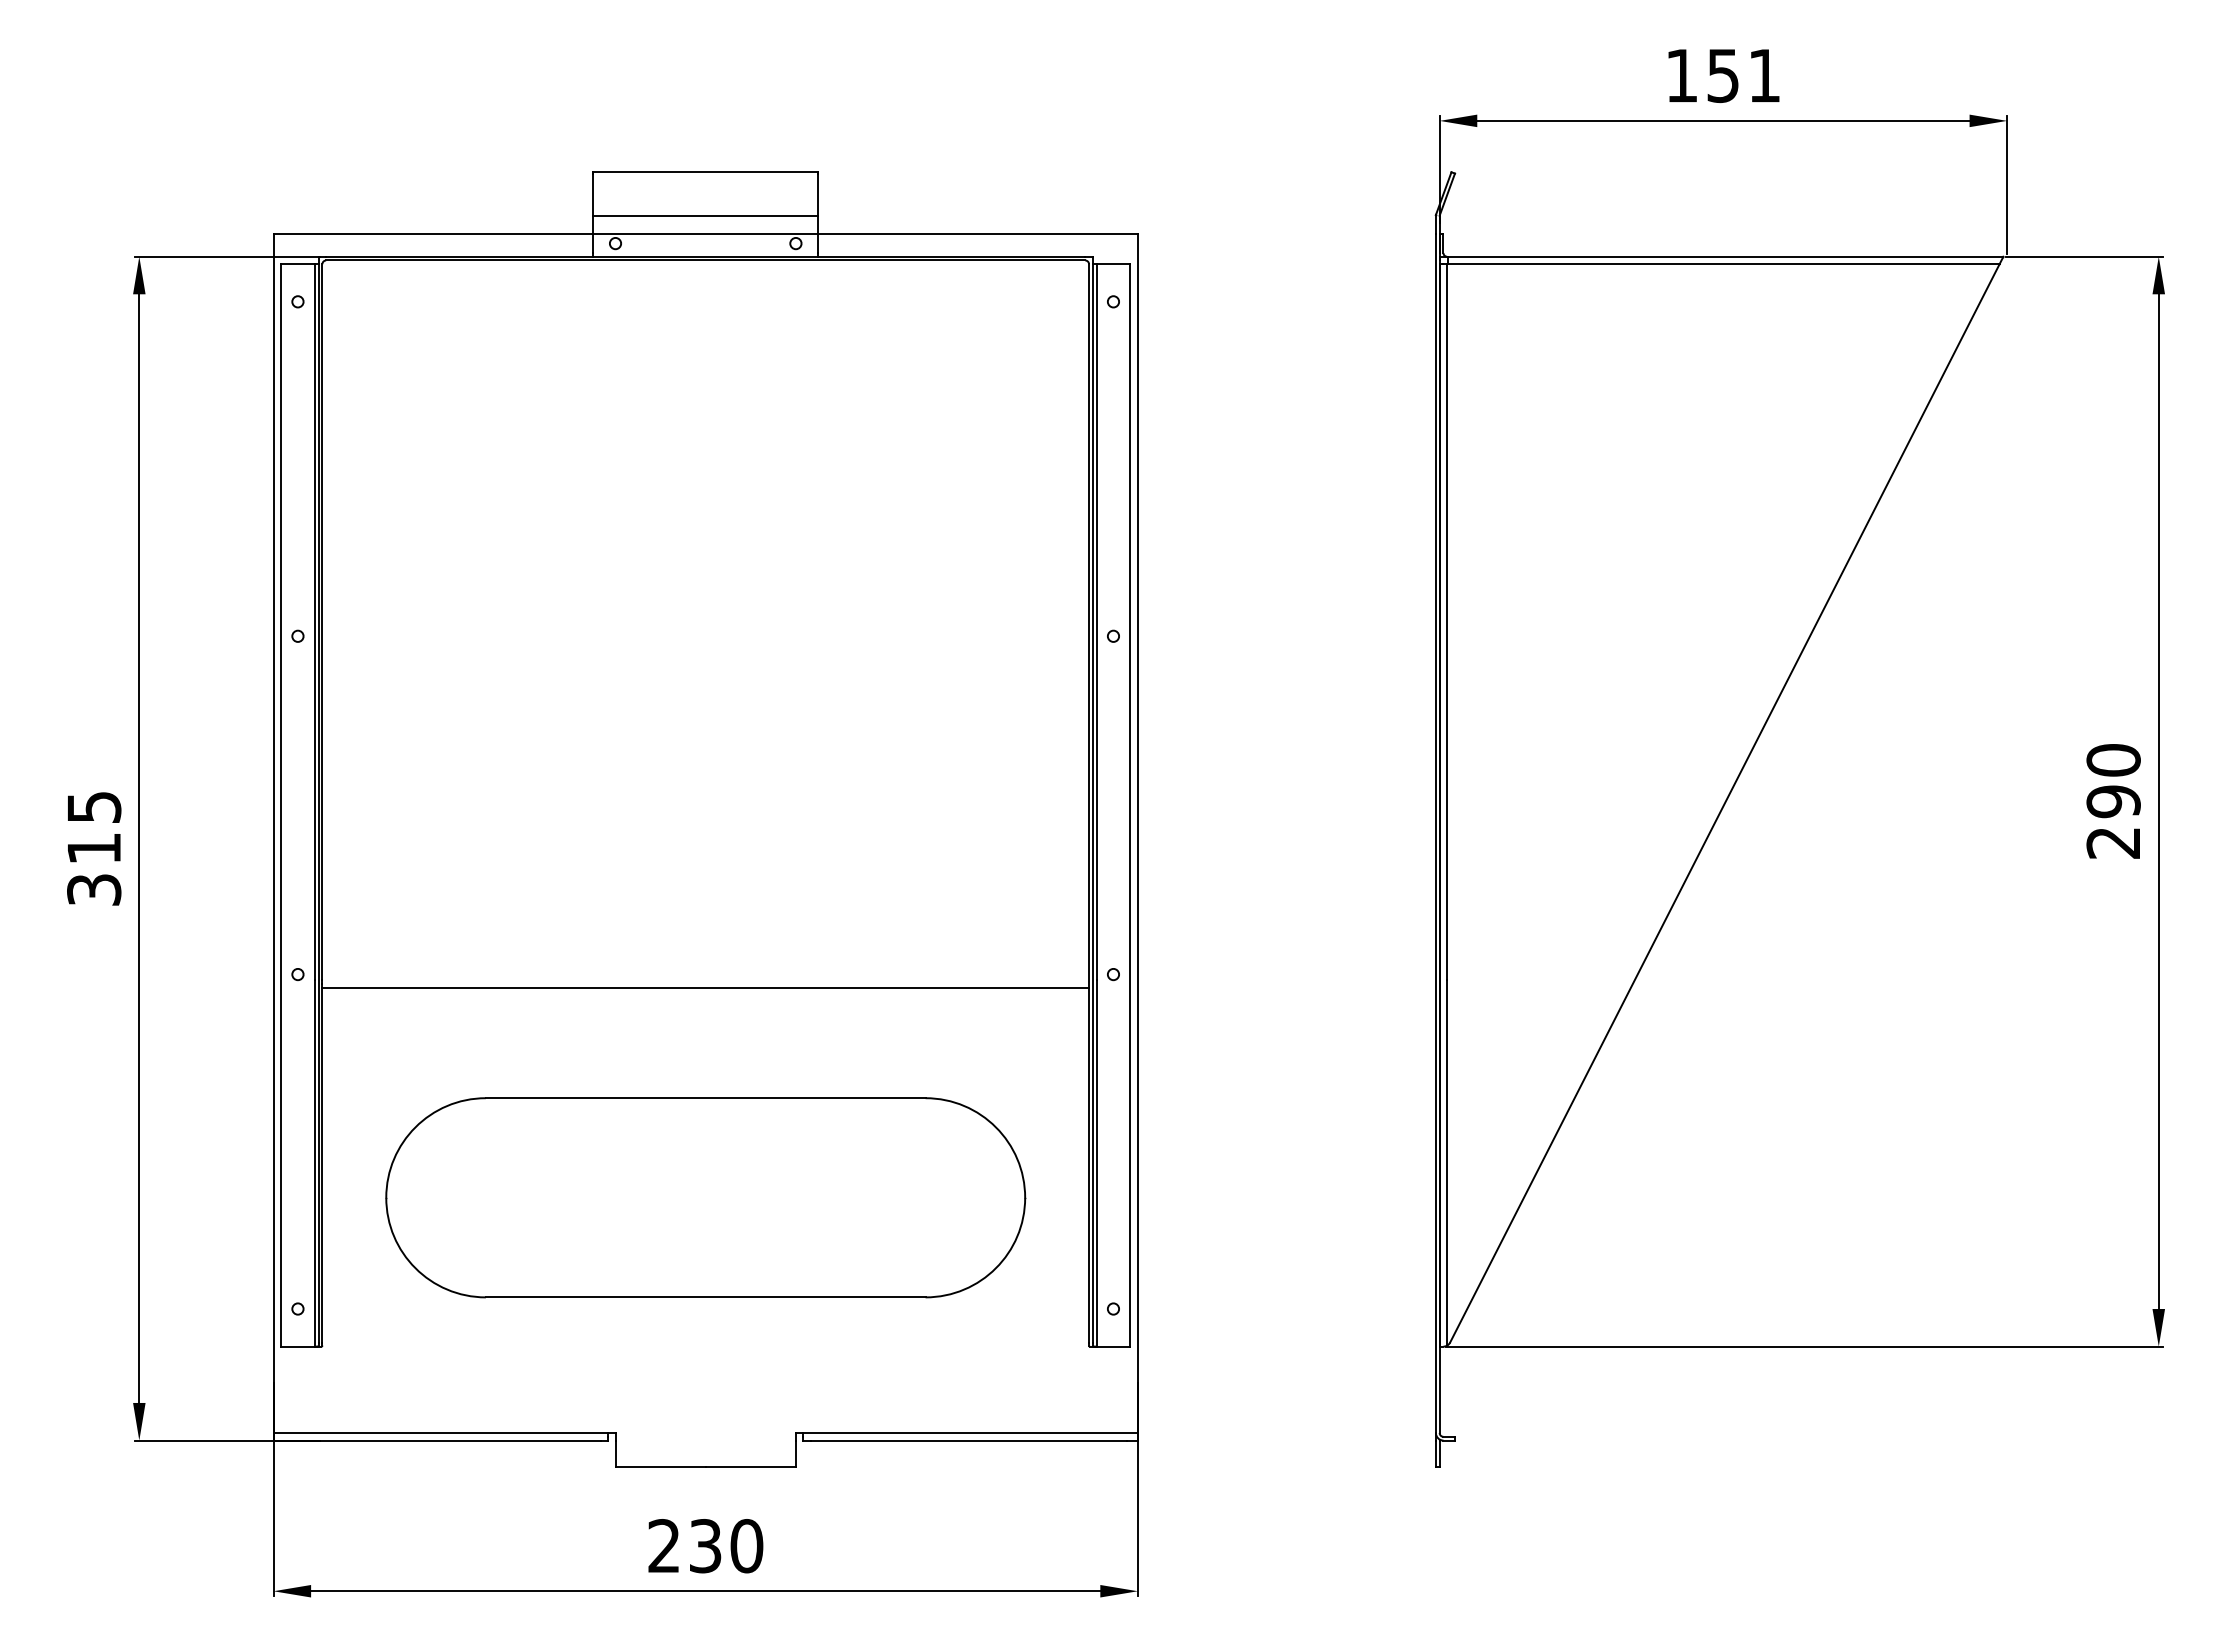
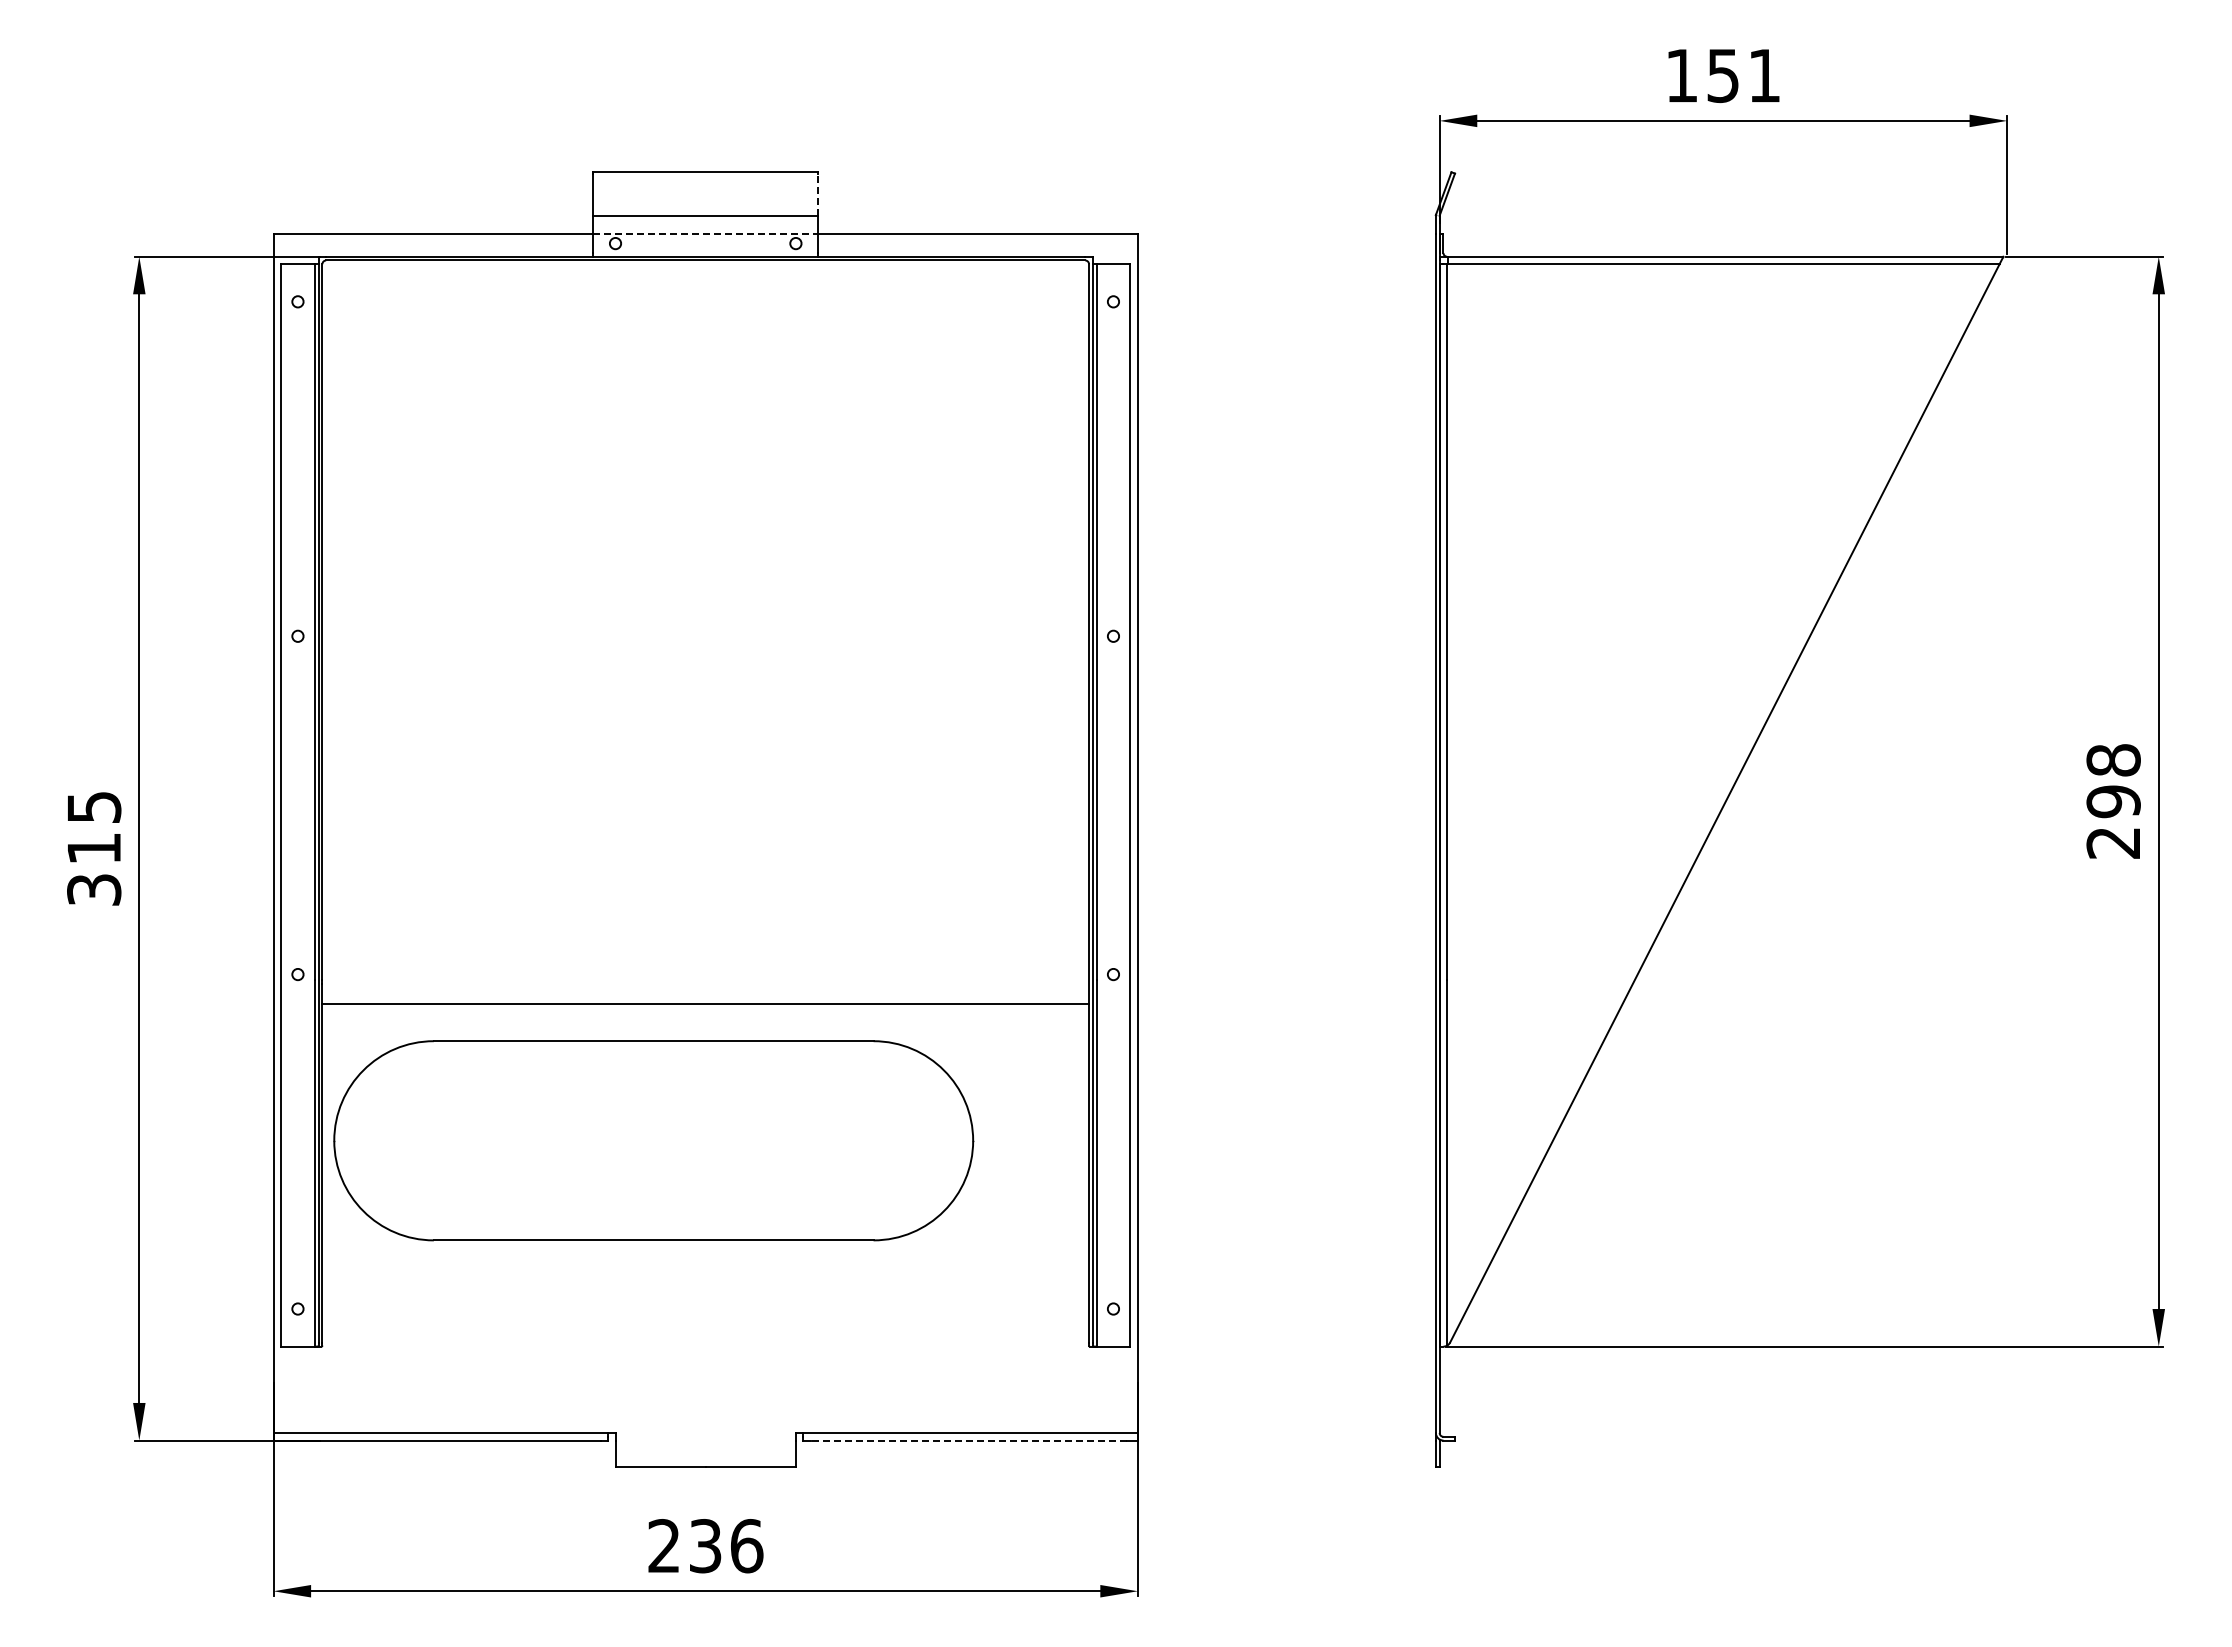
line at (818, 194): solid -> dashed
line at (705, 234): solid -> dashed
text at (2113, 760): 290 -> 298
line at (705, 987) position: (705, 987) -> (705, 1003)
part at (705, 1197) position: (705, 1197) -> (653, 1140)
line at (968, 1440): solid -> dashed
text at (746, 1546): 230 -> 236
